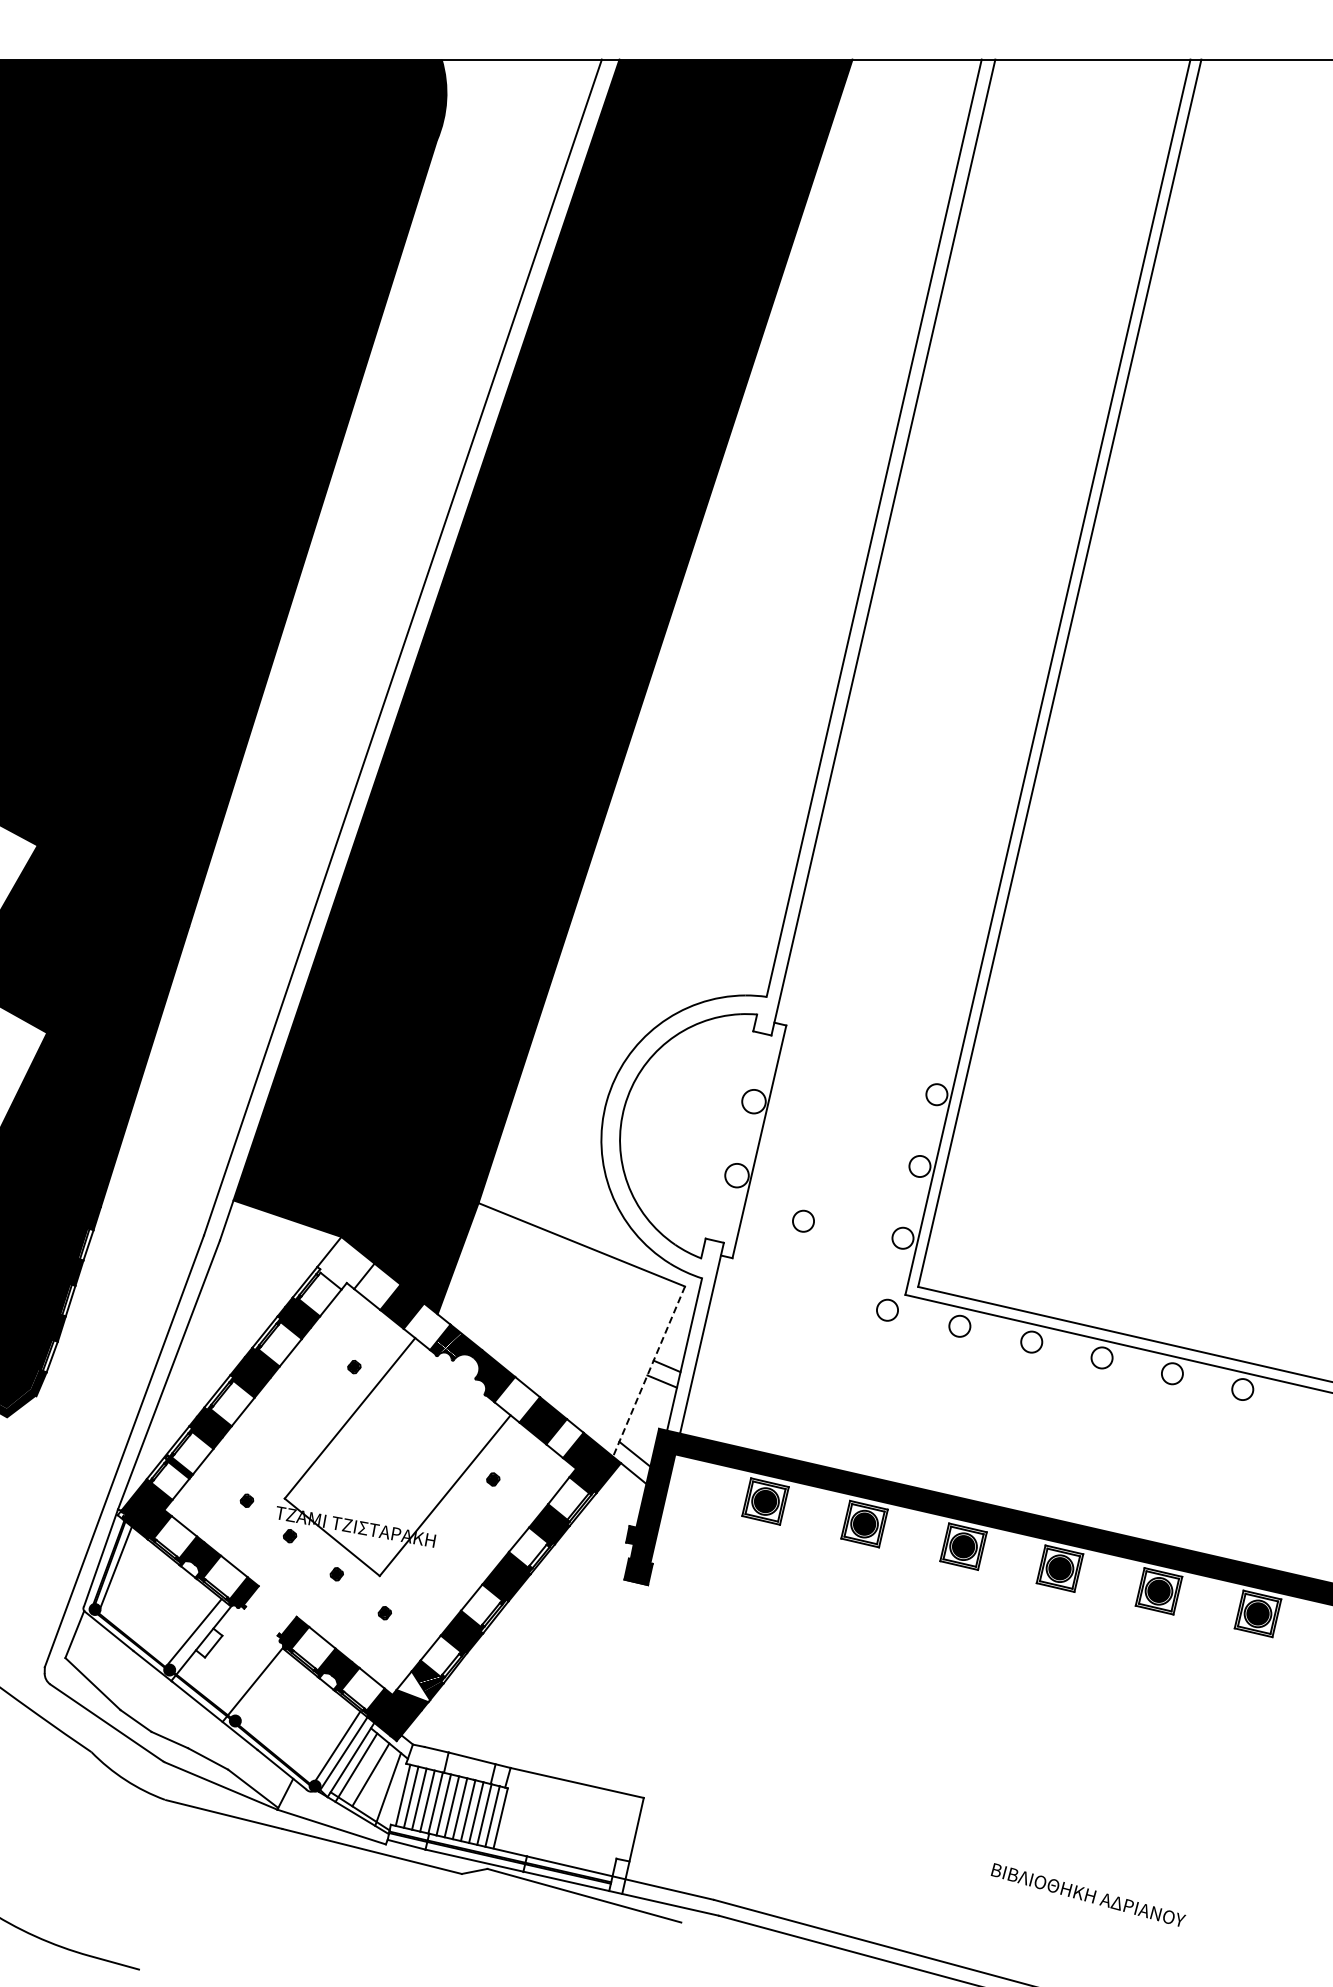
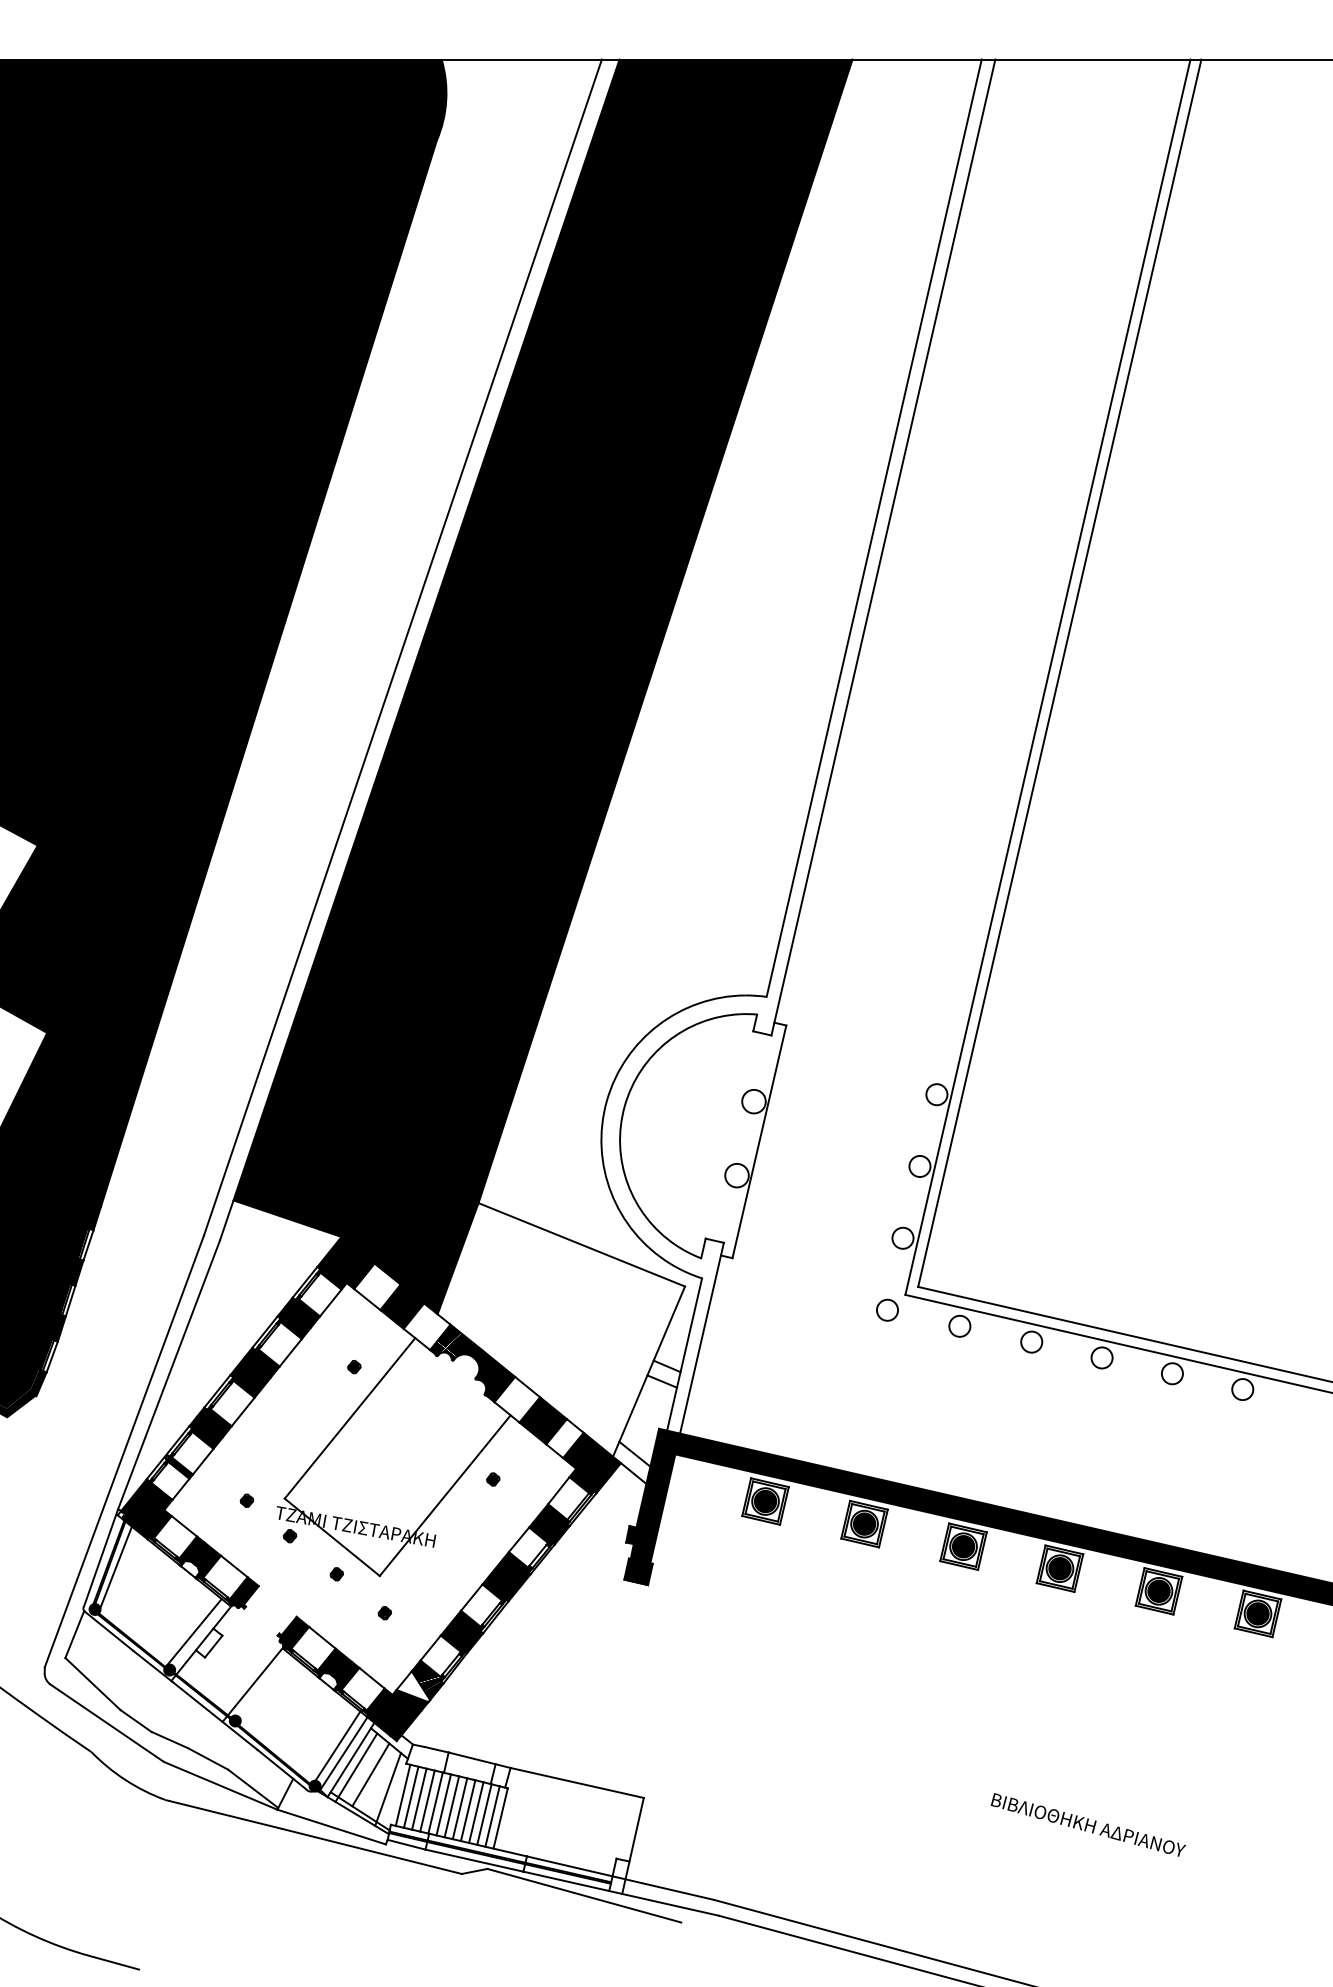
circle at (803, 1220): present -> none
fill at (345, 1262): none -> present
line at (648, 1372): dashed -> solid
text at (1088, 1894) position: (1088, 1894) -> (1088, 1824)
